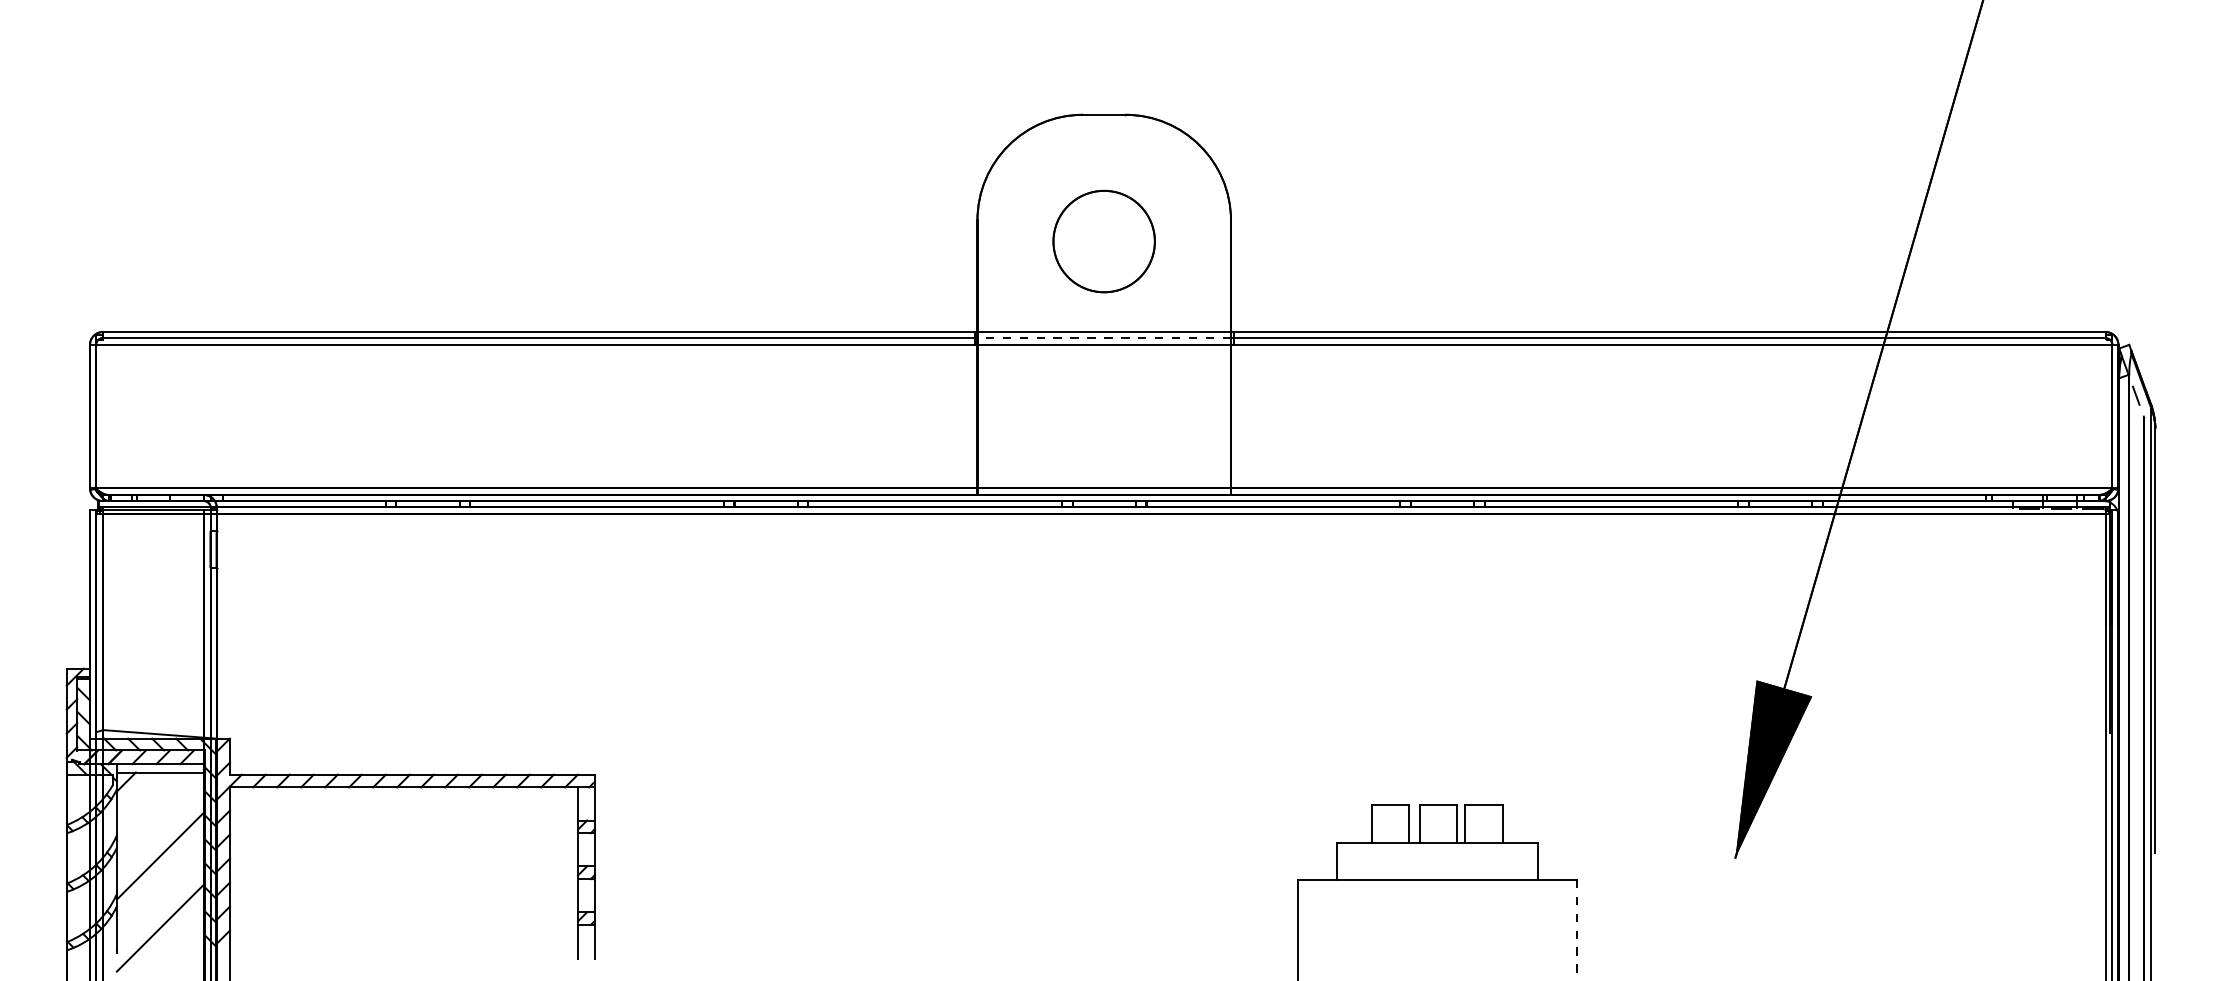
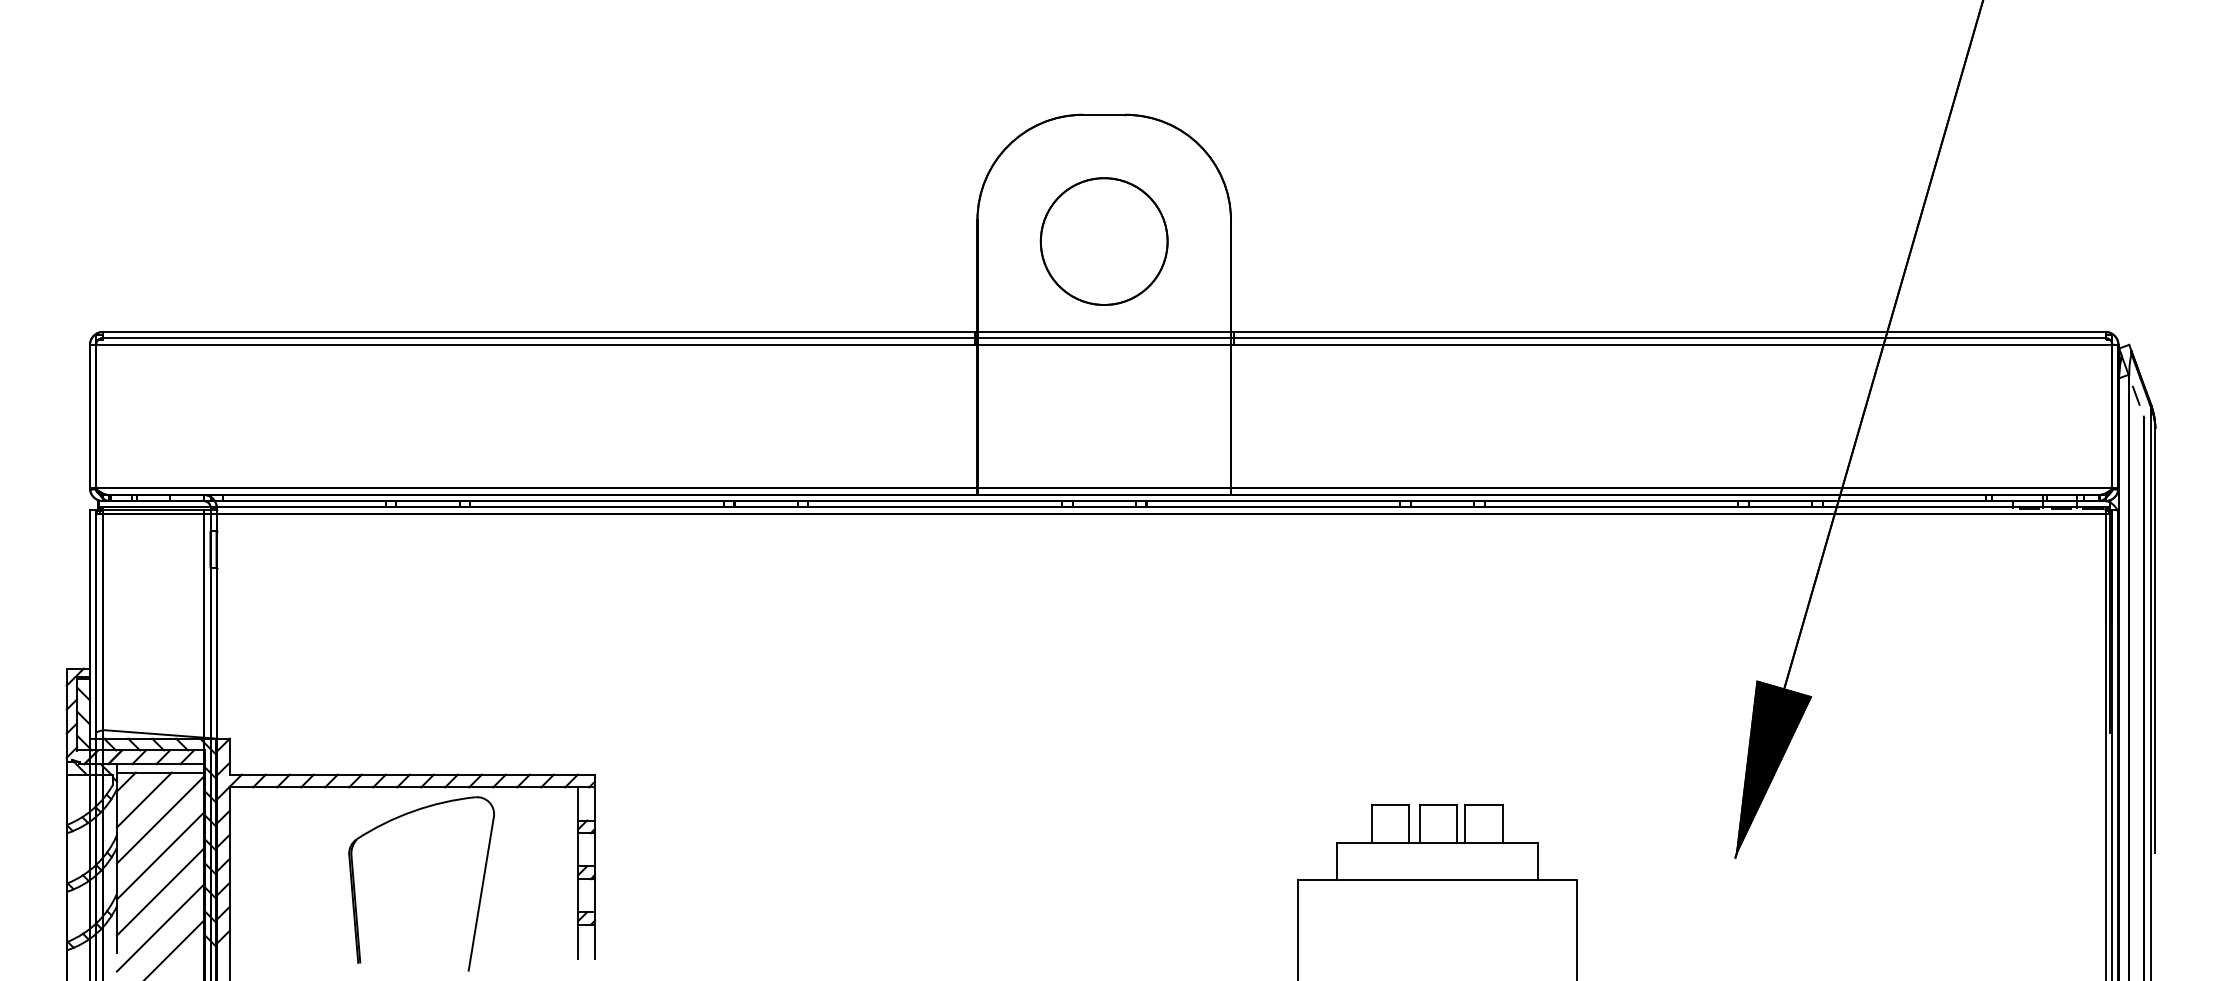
part at (1103, 241) size: 104x105 px -> 130x129 px
line at (1104, 338): dashed -> solid
line at (143, 799): none -> present
line at (160, 819): none -> present
part at (480, 890): none -> present
line at (160, 891): none -> present
line at (1577, 930): dashed -> solid
line at (175, 948): none -> present
